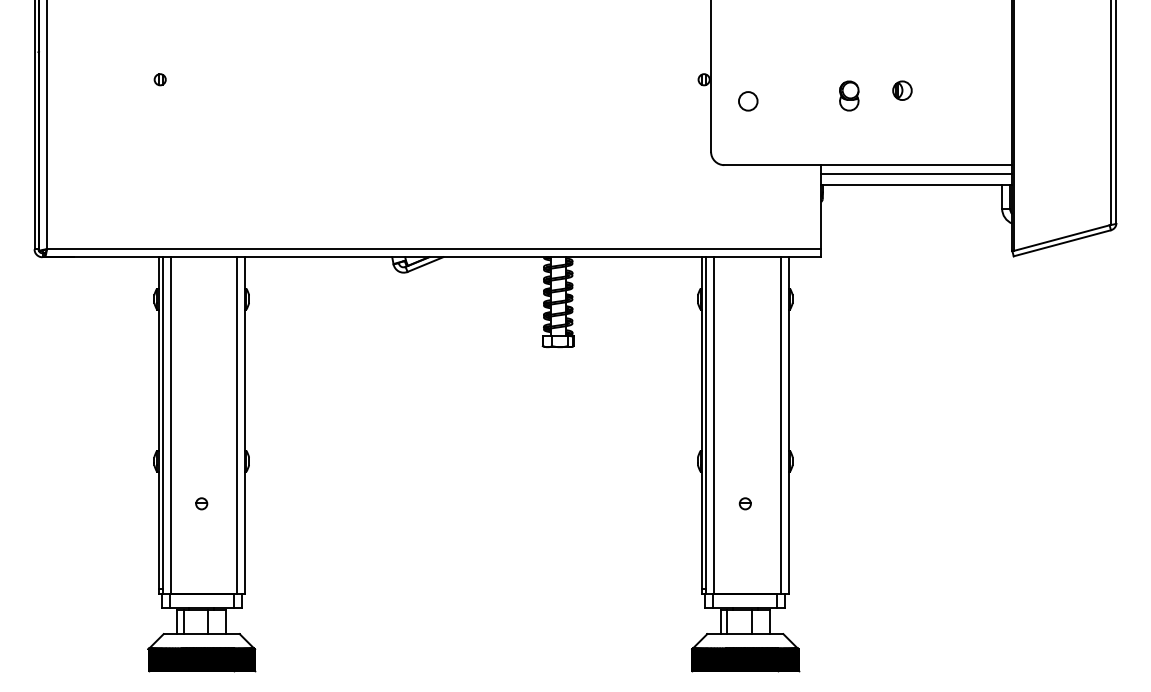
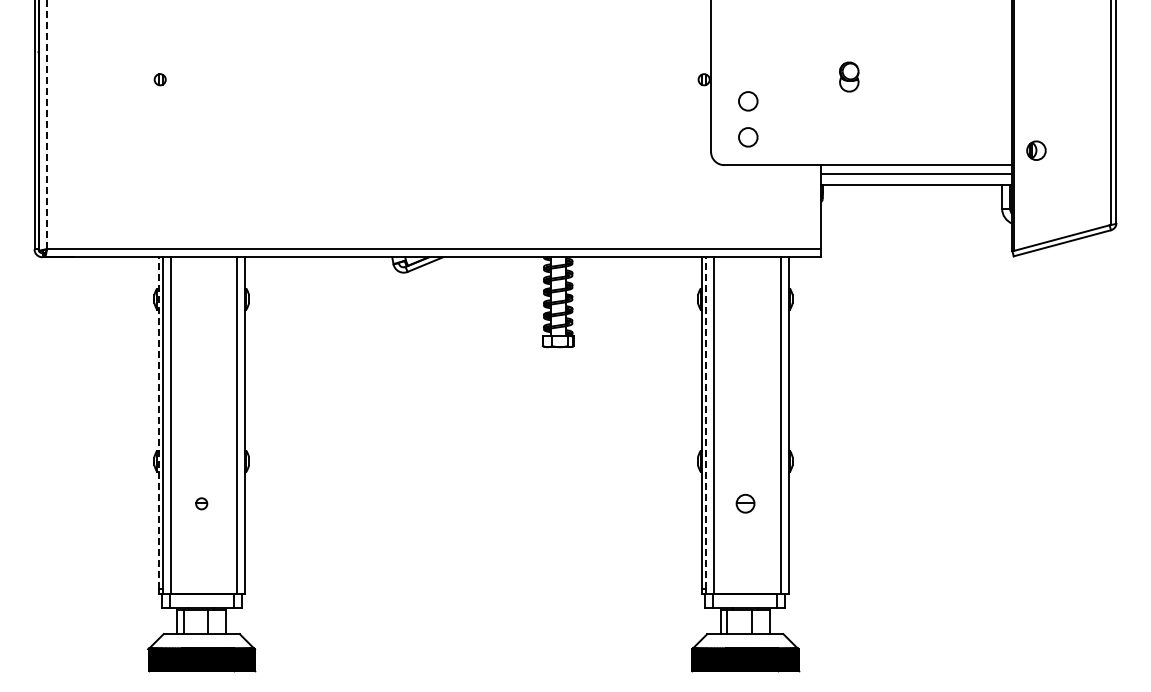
part at (902, 90) position: (902, 90) -> (1036, 150)
part at (849, 95) position: (849, 95) -> (849, 76)
line at (47, 125): solid -> dashed
circle at (748, 137): none -> present
line at (158, 423): solid -> dashed
line at (706, 423): solid -> dashed
part at (744, 503) size: 14x14 px -> 21x21 px
